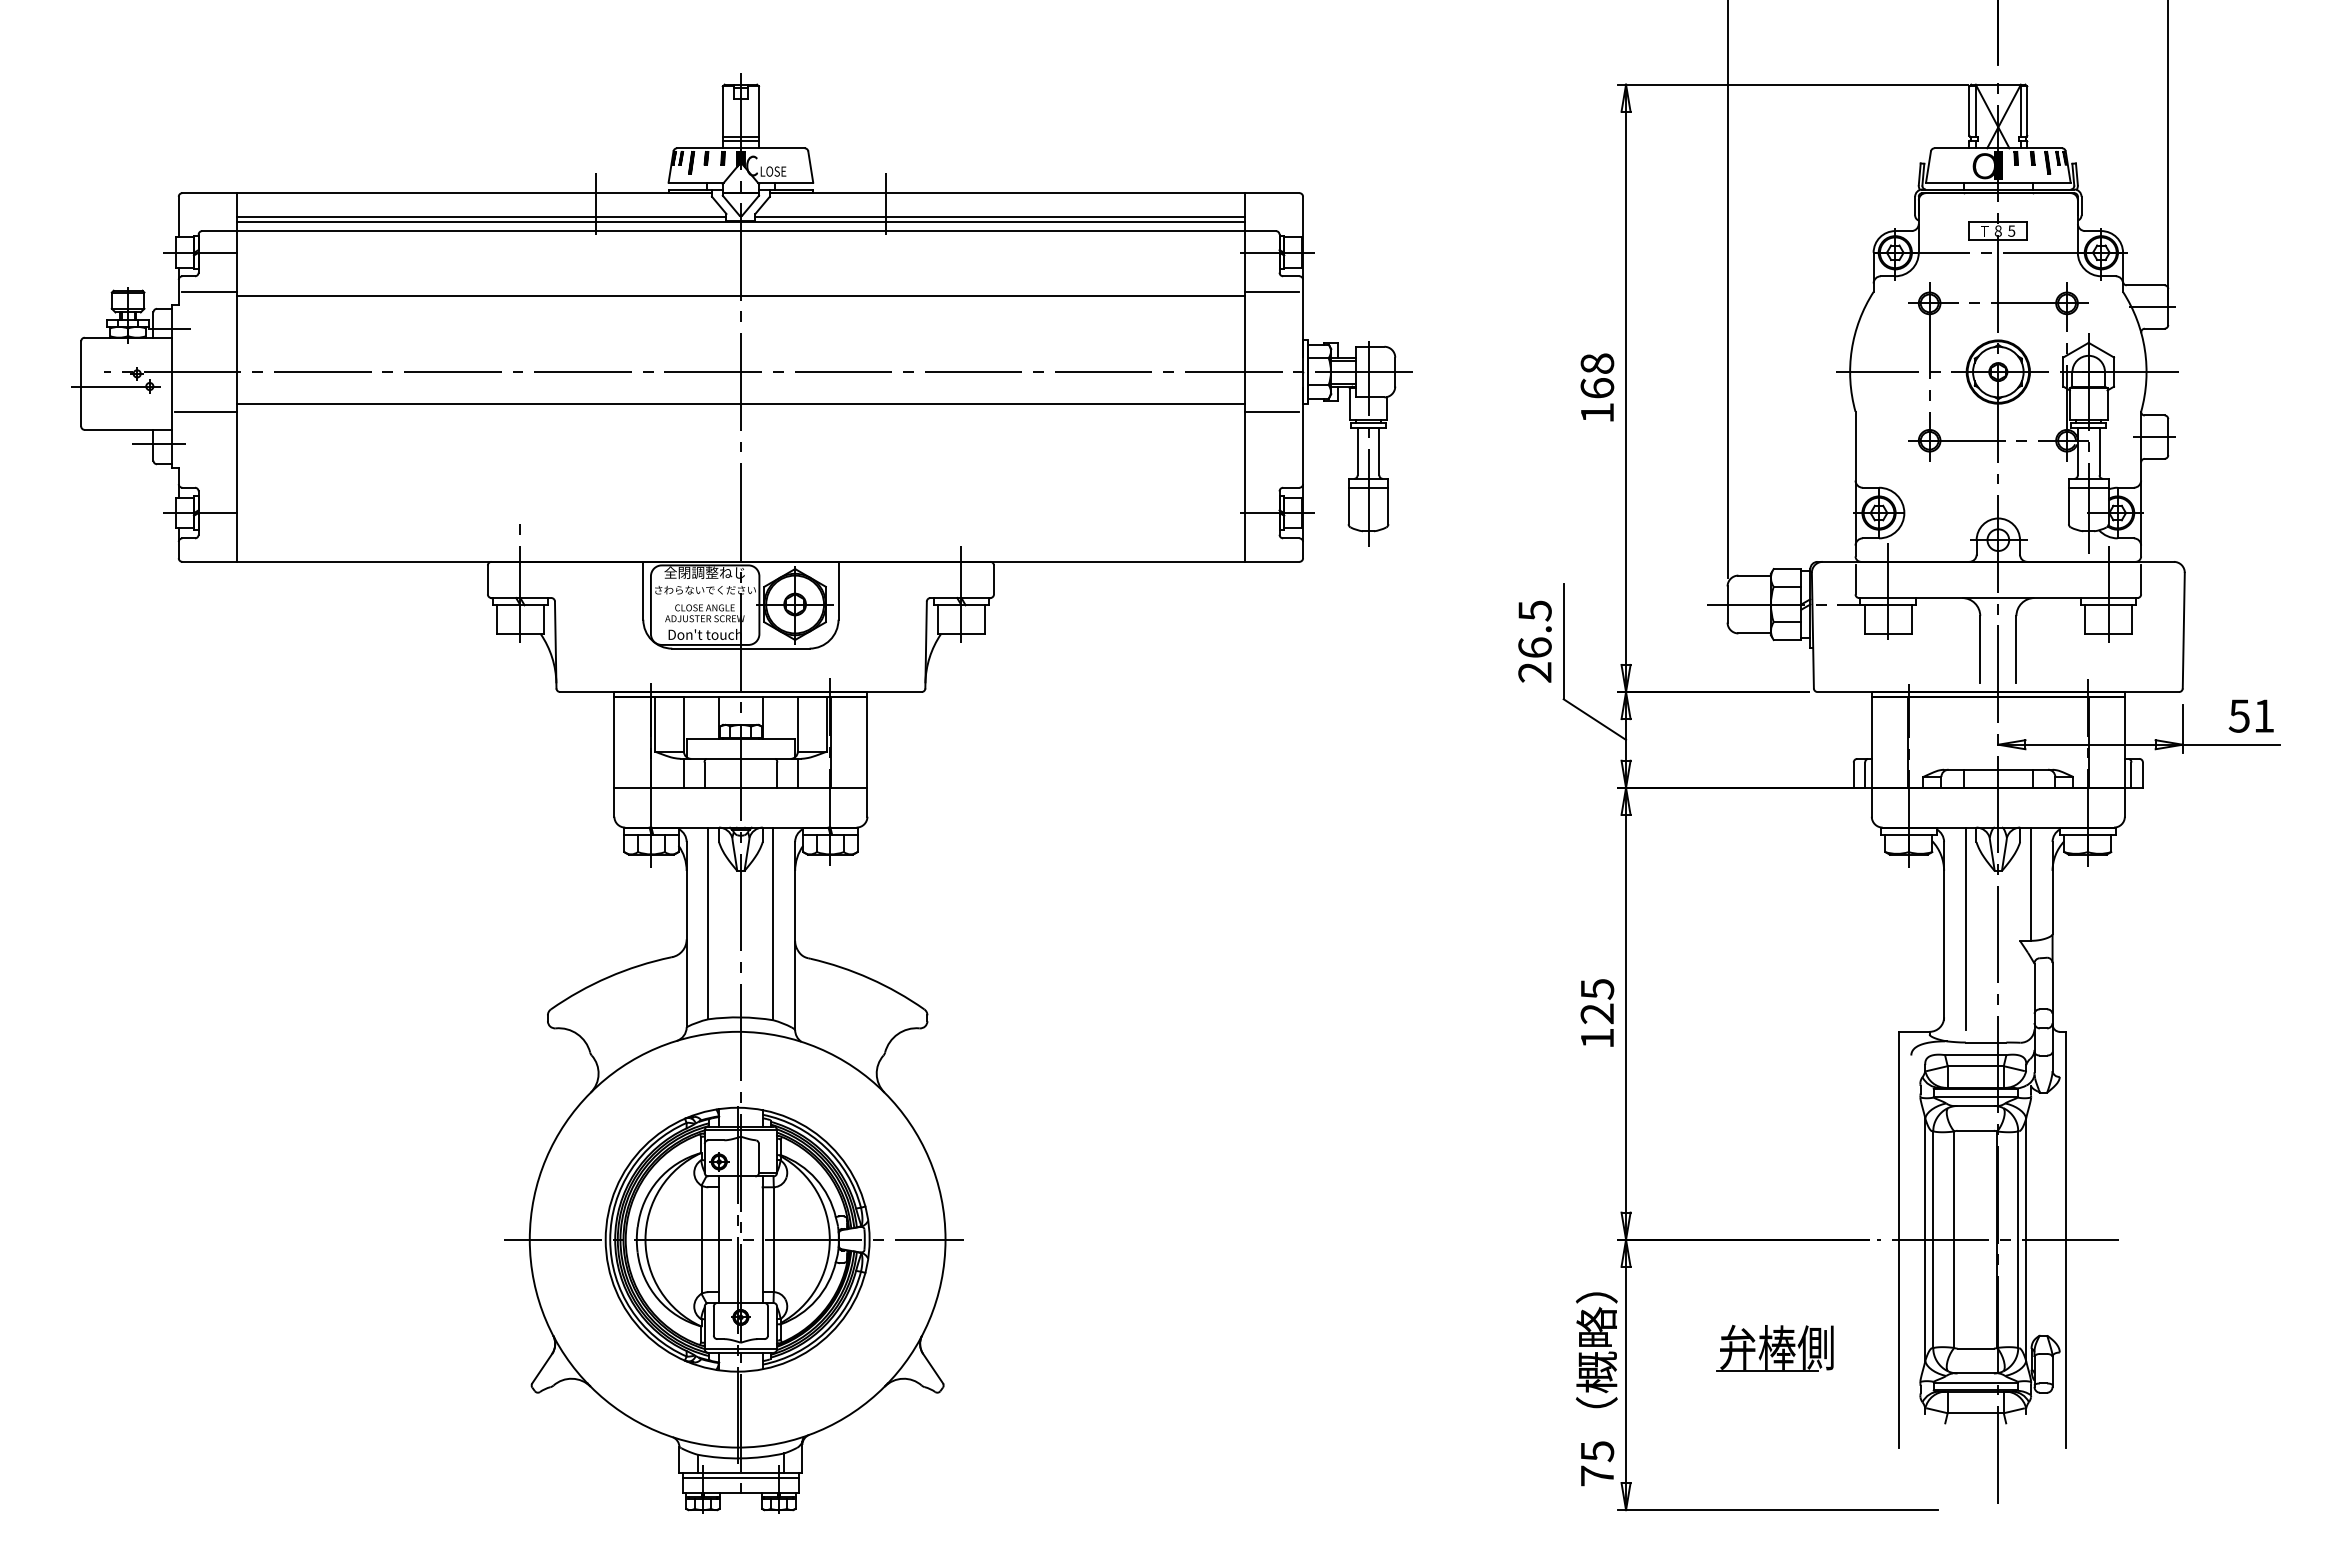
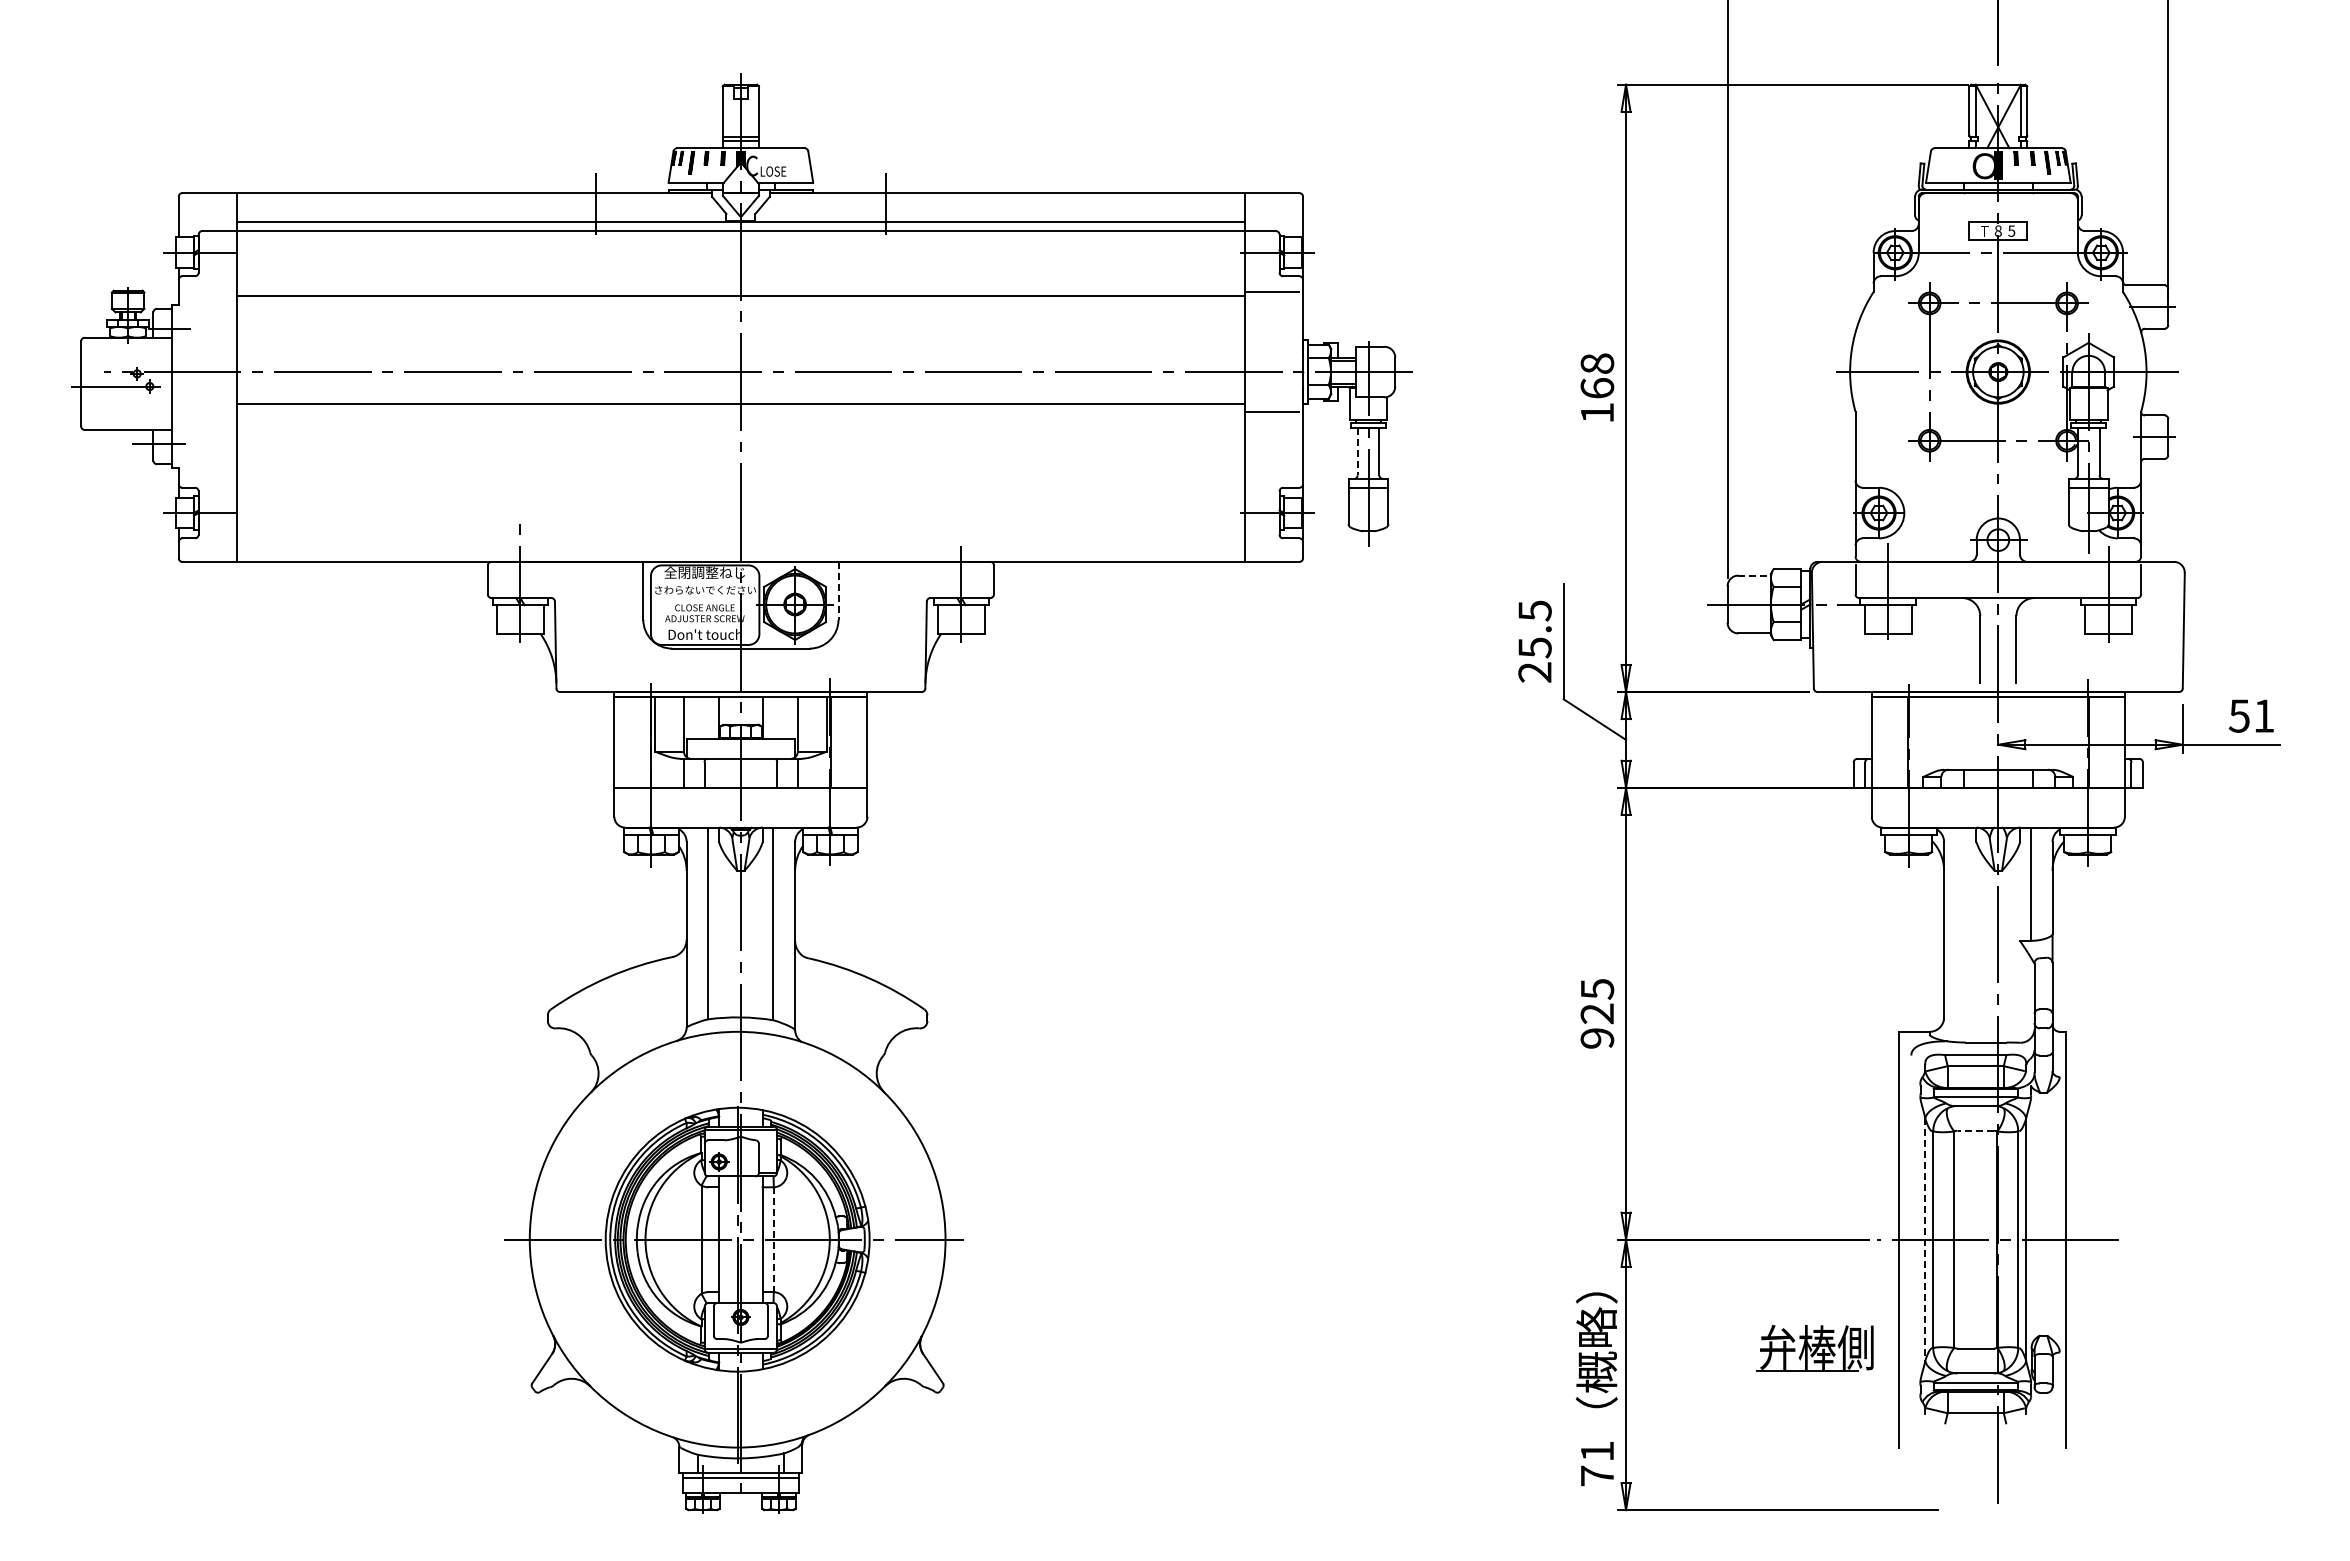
line at (481, 216): present -> none
line at (1000, 216): present -> none
line at (209, 291): present -> none
line at (205, 411): present -> none
line at (1357, 452): solid -> dashed
line at (1755, 575): solid -> dashed
line at (838, 590): solid -> dashed
text at (1534, 647): 26.5 -> 25.5
line at (1965, 928): present -> none
text at (1597, 1038): 125 -> 925
line at (1975, 1130): solid -> dashed
line at (773, 1240): solid -> dashed
line at (1925, 1240): solid -> dashed
part at (1774, 1347) position: (1774, 1347) -> (1814, 1347)
text at (1597, 1451): 75 -> 71
